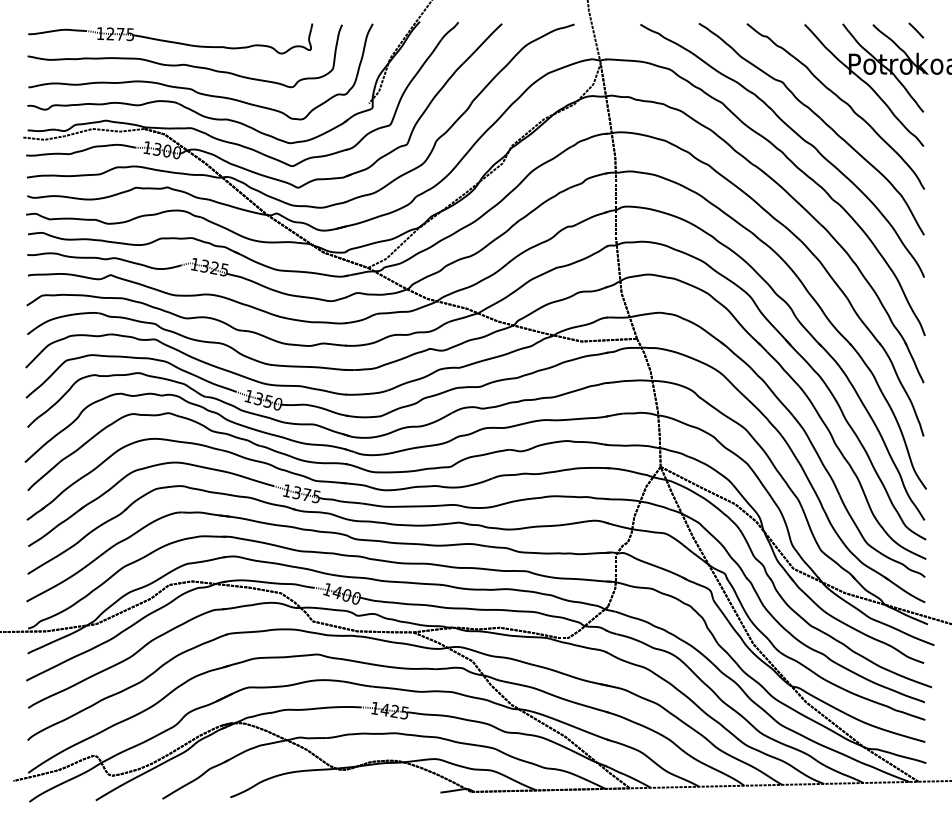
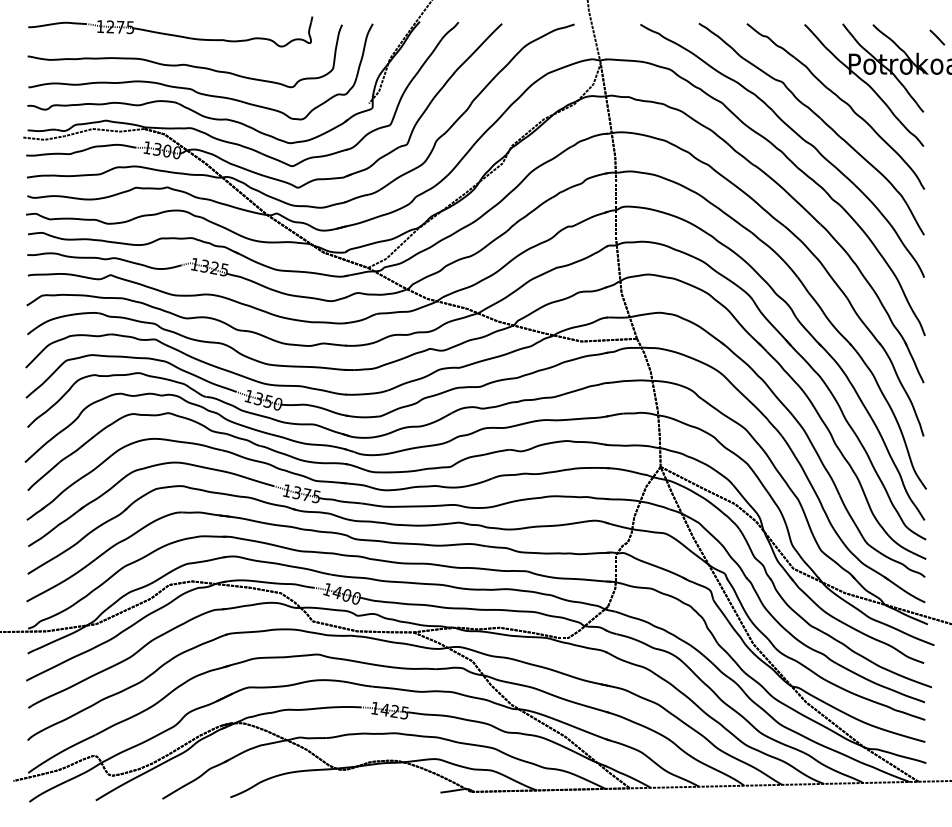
line at (916, 30) position: (916, 30) -> (937, 37)
part at (170, 38) position: (170, 38) -> (170, 31)
